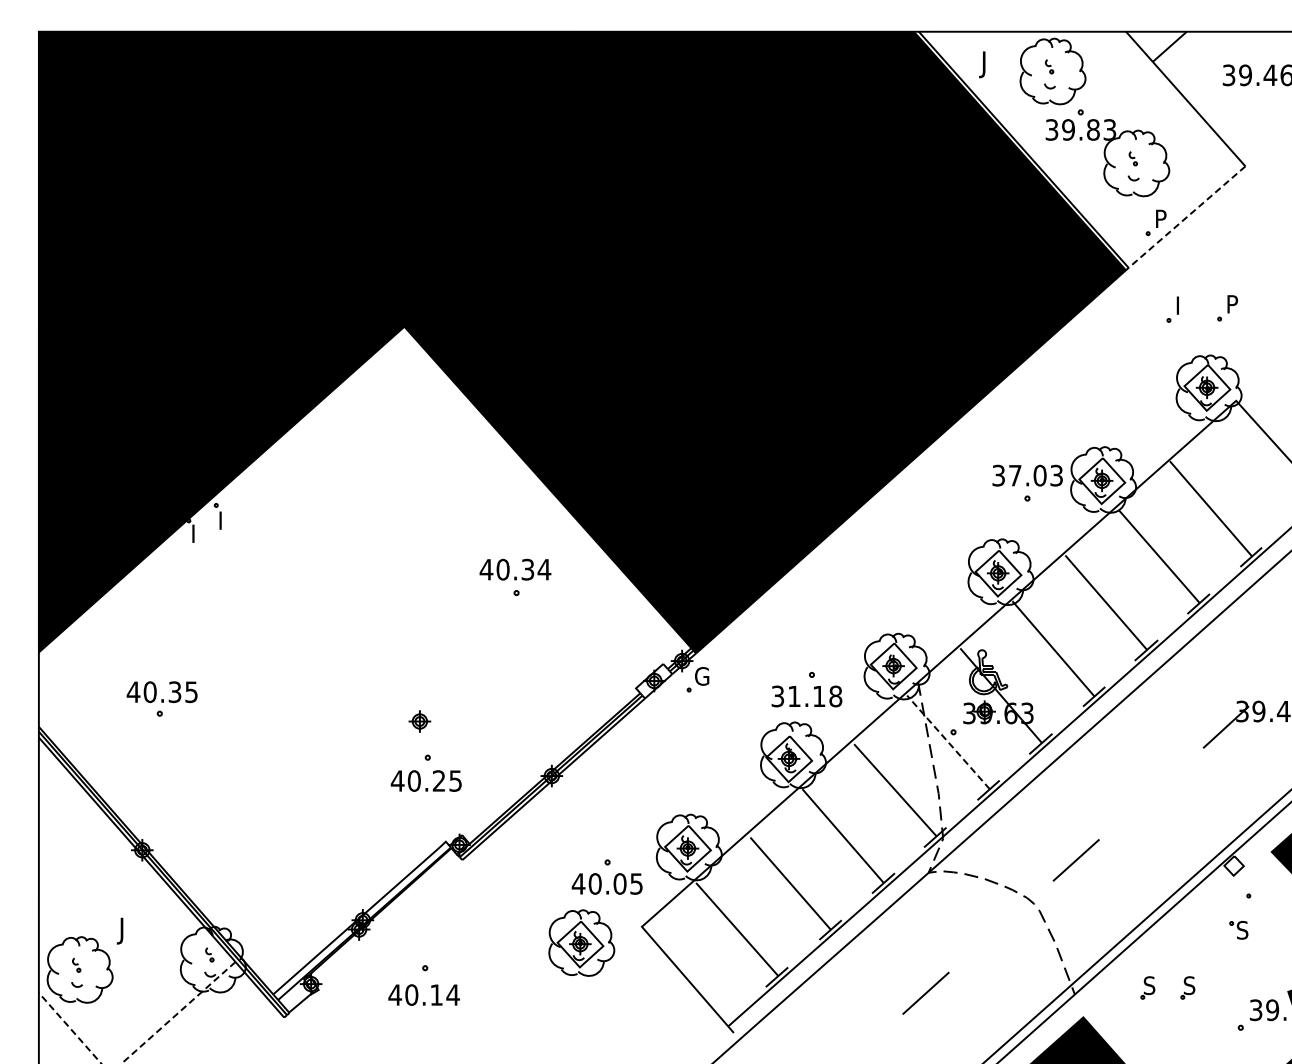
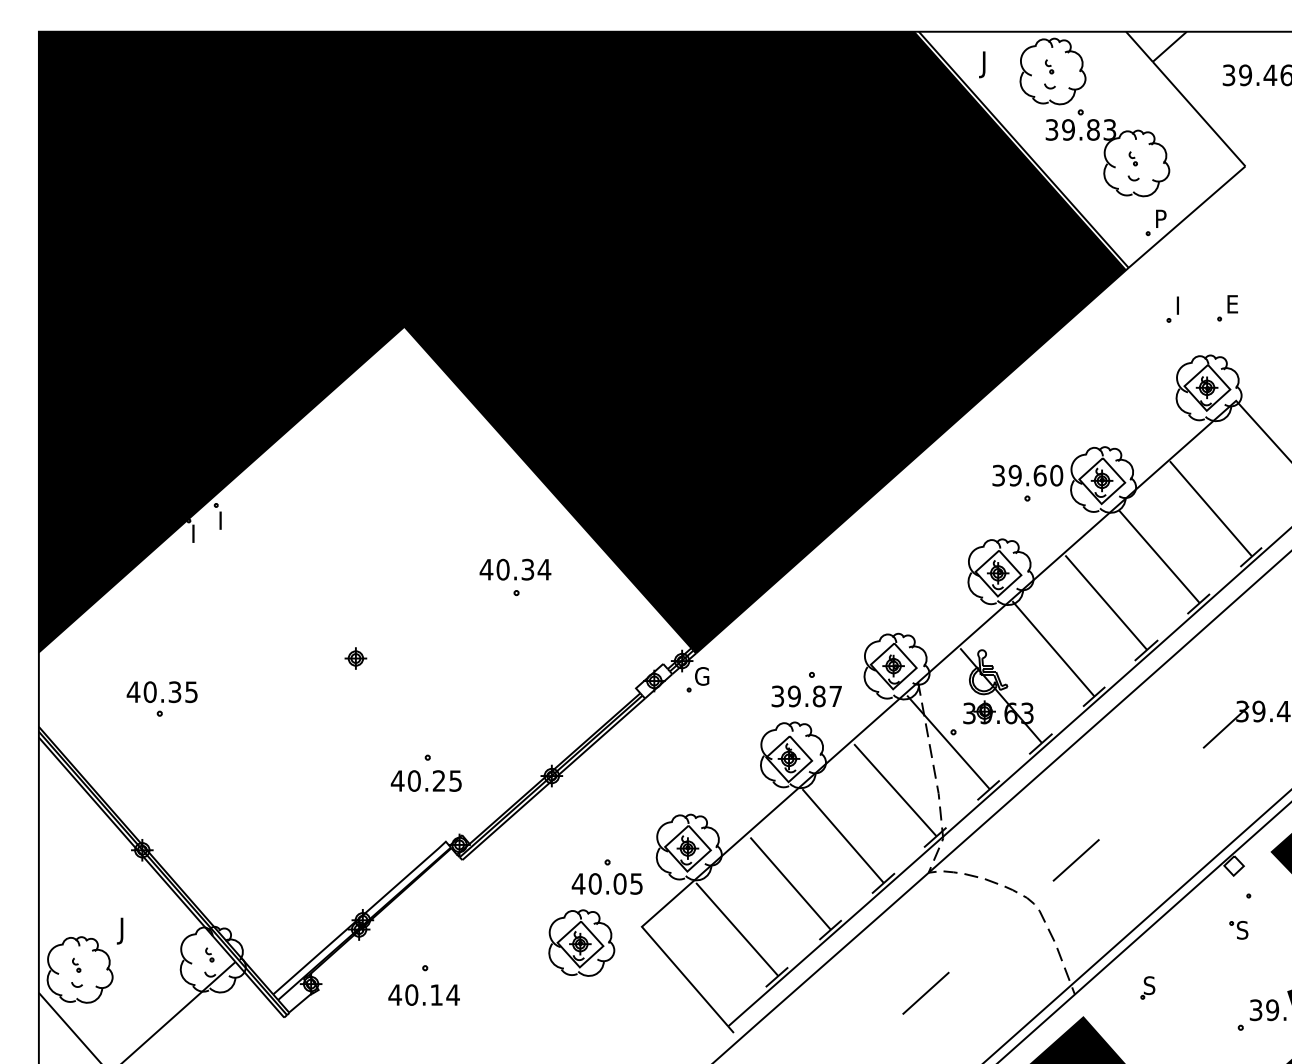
line at (1186, 217): dashed -> solid
text at (1233, 304): P -> E
text at (1035, 475): 37.03 -> 39.60
text at (814, 696): 31.18 -> 39.87
part at (419, 721) position: (419, 721) -> (355, 658)
line at (948, 742): dashed -> solid
part at (1187, 987): present -> none
line at (143, 1044): dashed -> solid
